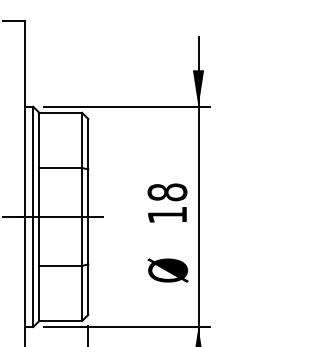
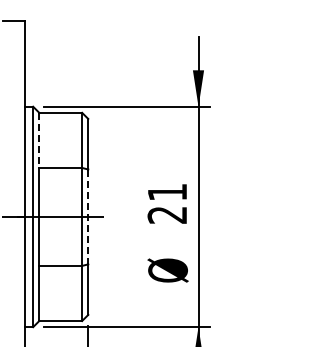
line at (39, 140): solid -> dashed
text at (167, 203): 18 -> 21
line at (88, 217): solid -> dashed
